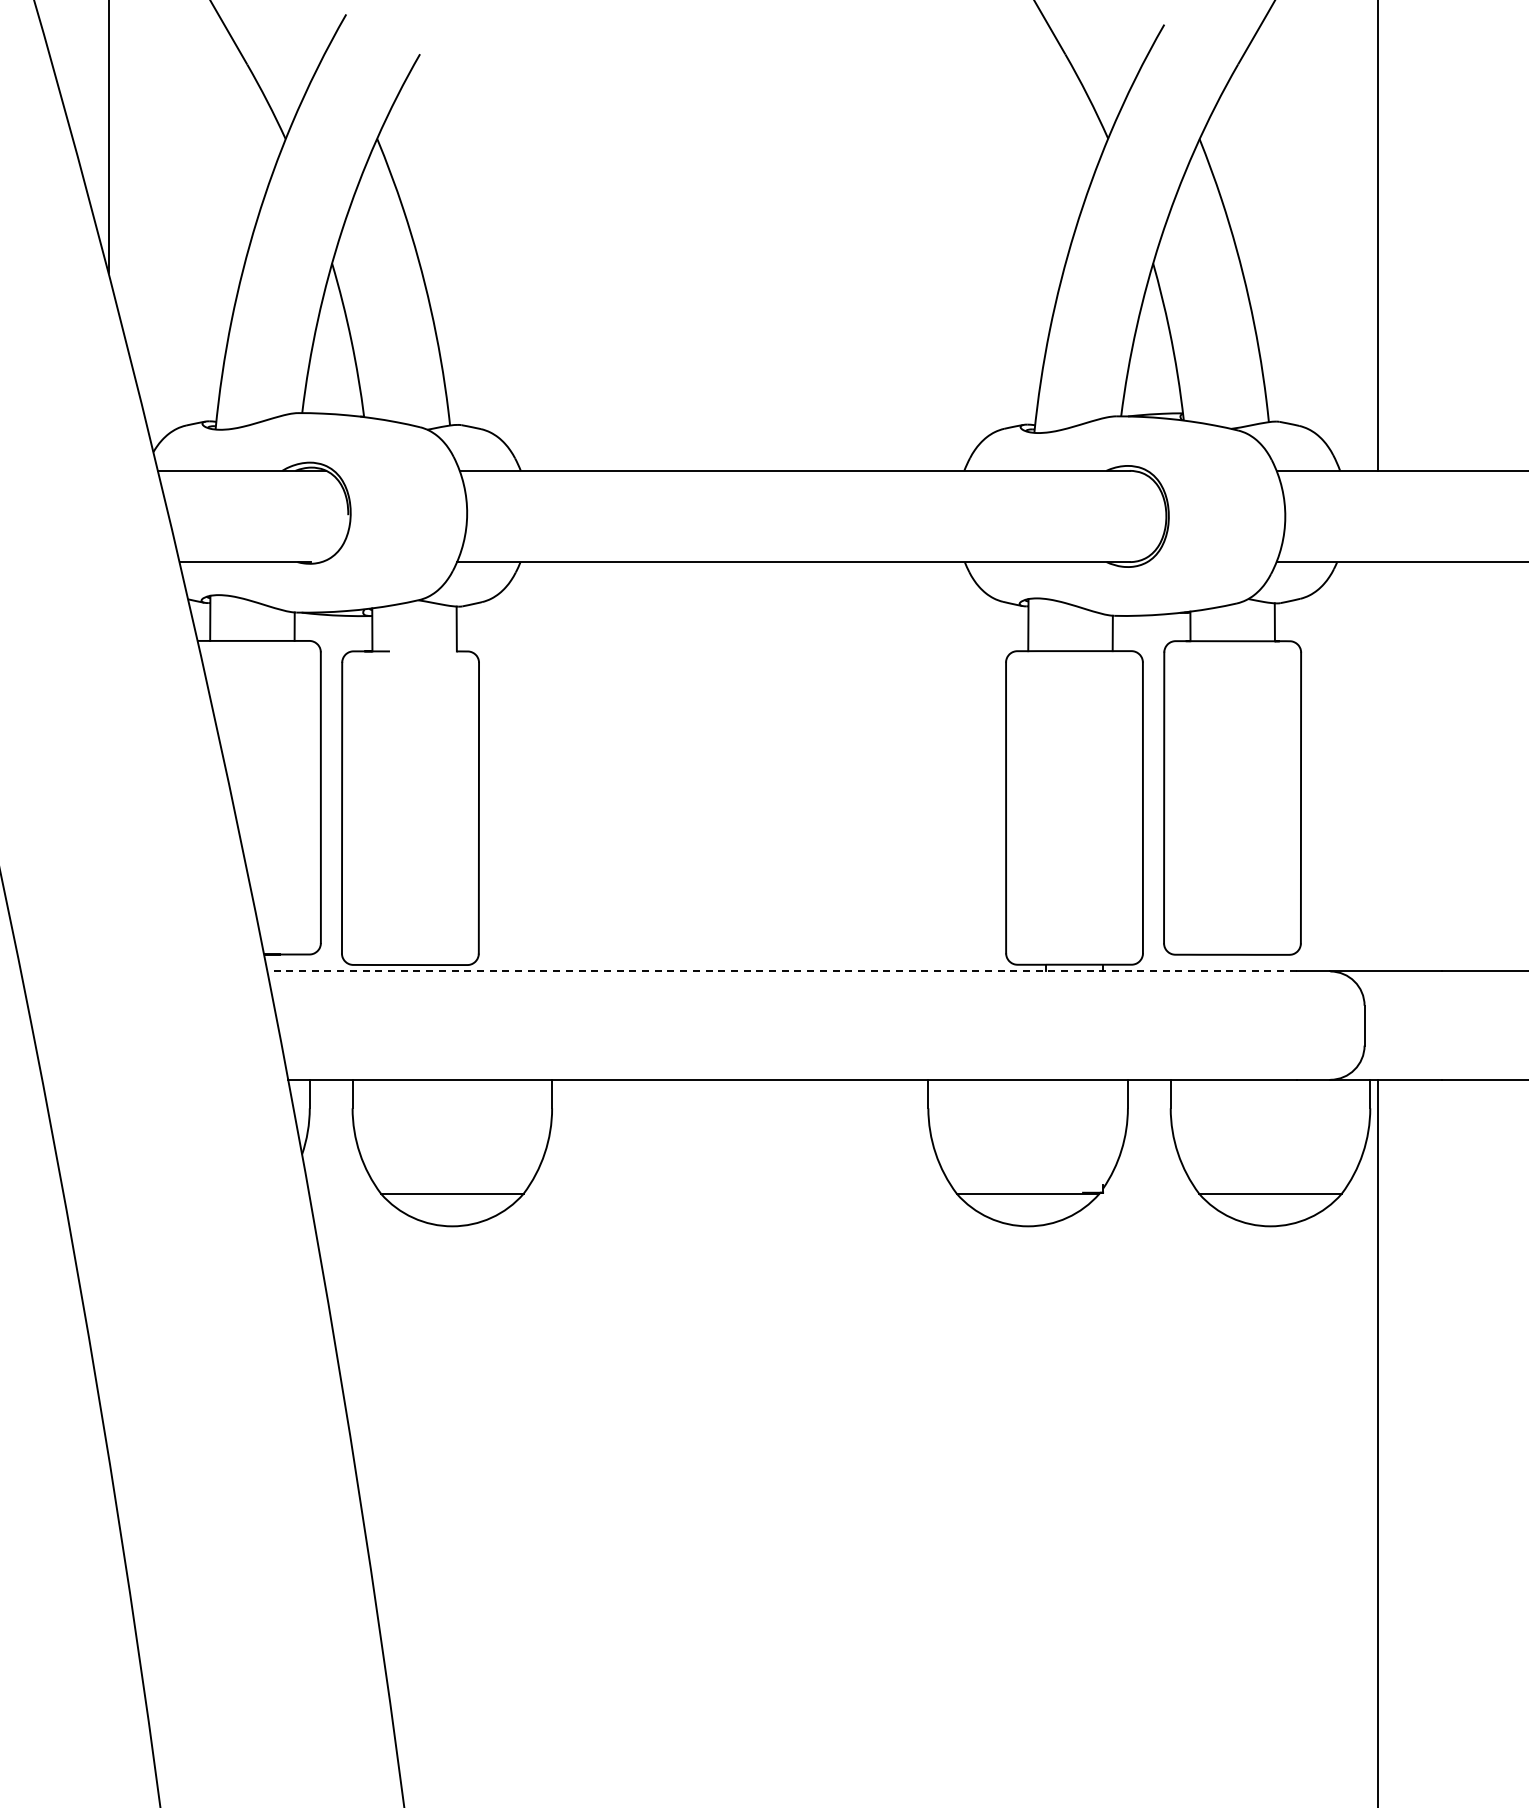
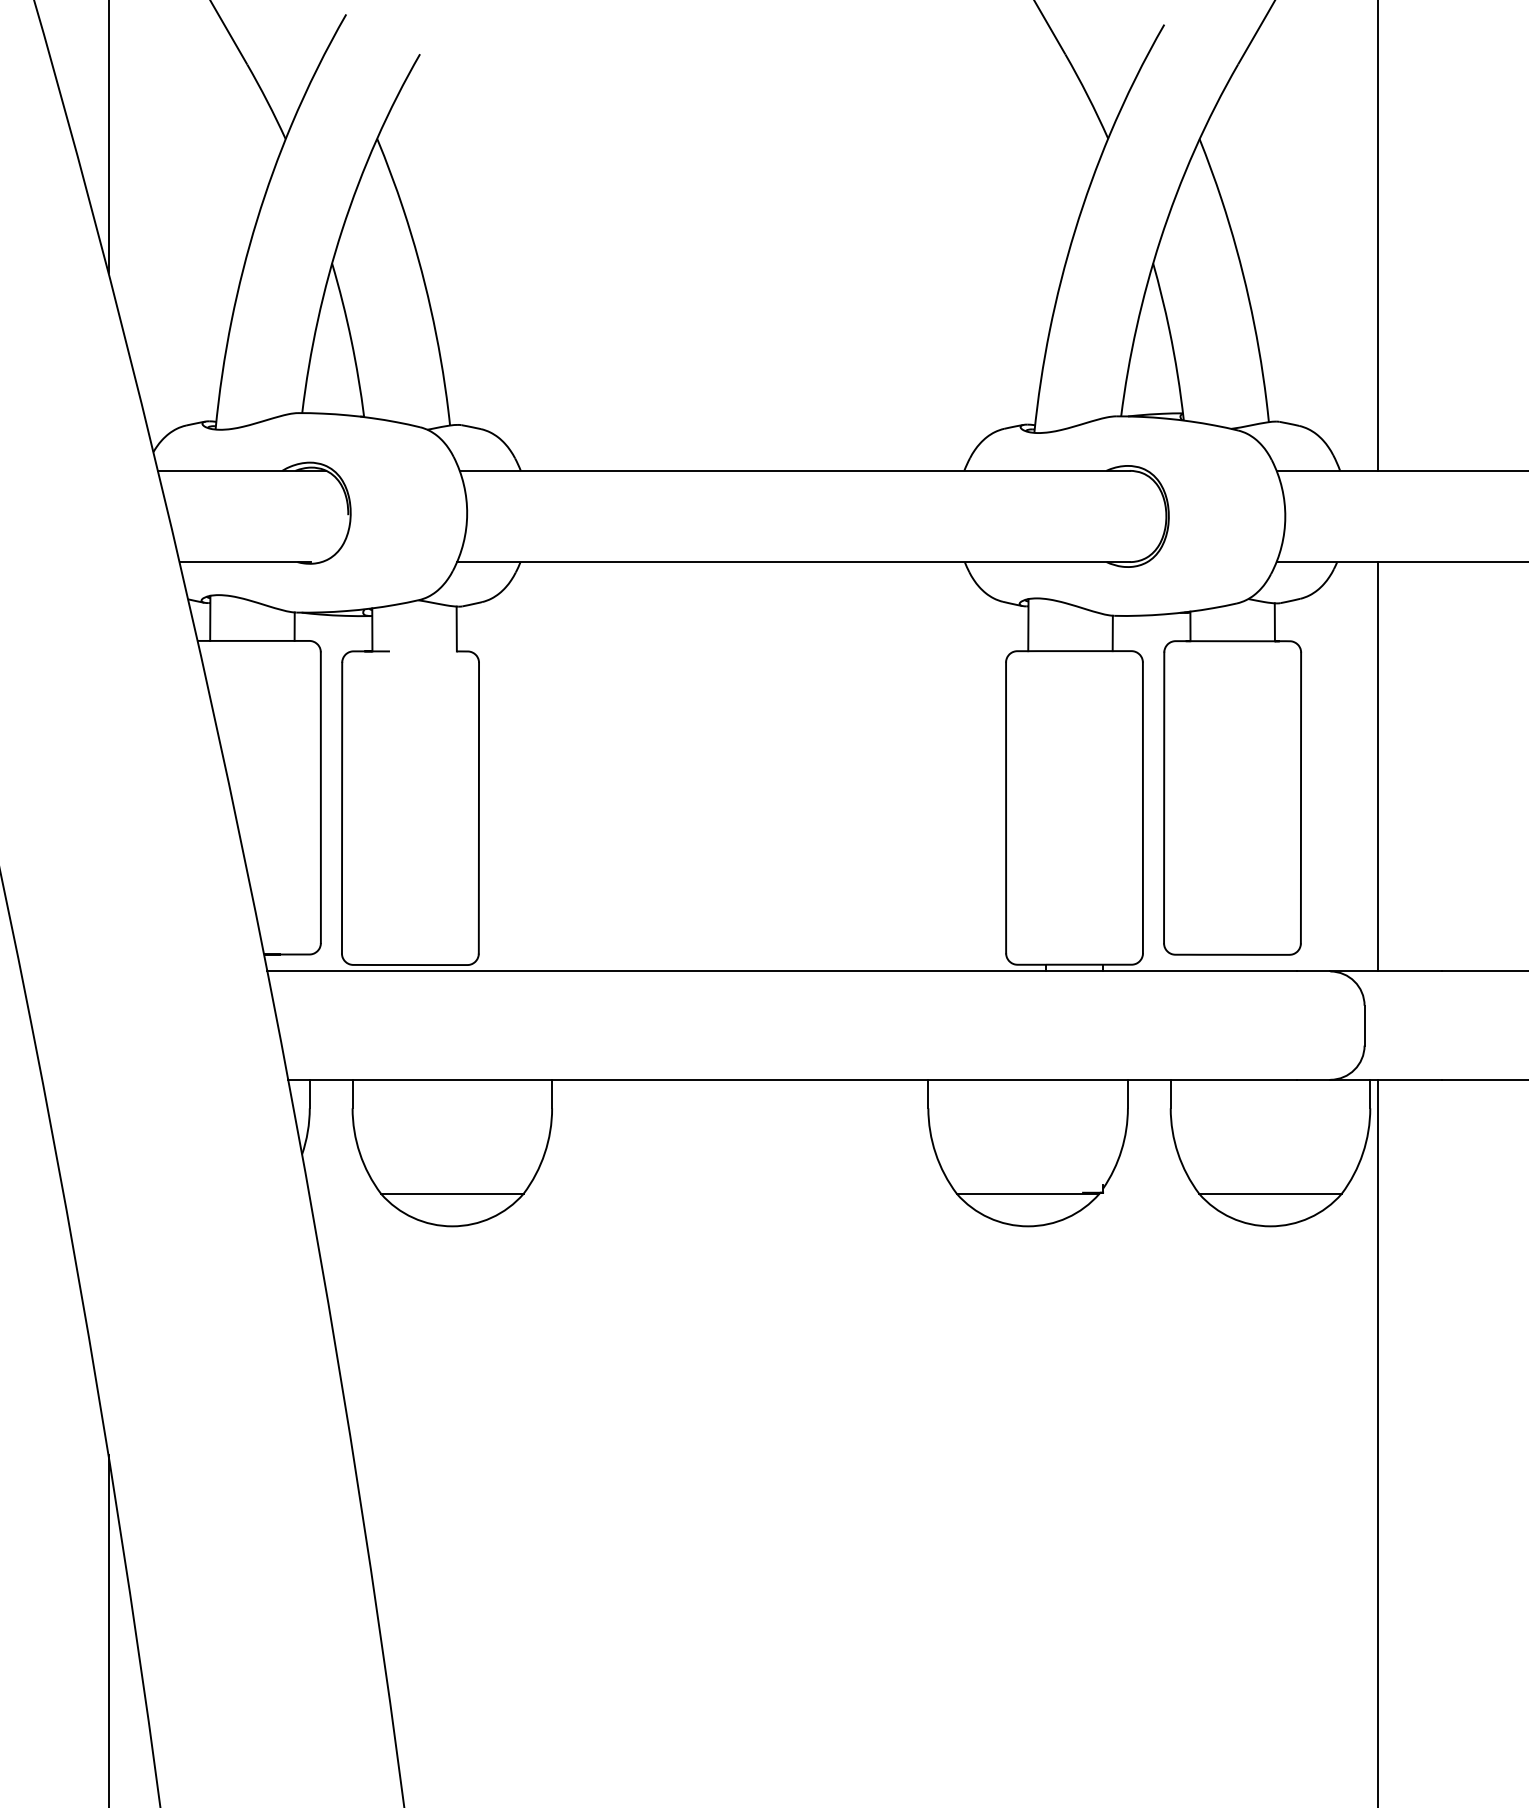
line at (1377, 766): none -> present
line at (782, 971): dashed -> solid
line at (108, 1629): none -> present
